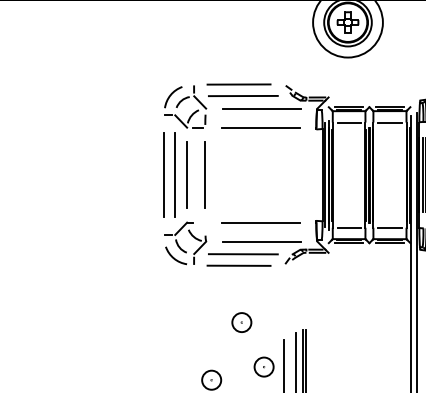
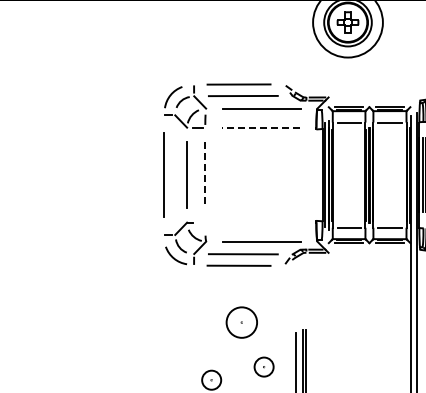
line at (260, 127): solid -> dashed
line at (174, 174): present -> none
line at (205, 175): solid -> dashed
line at (260, 222): present -> none
circle at (241, 322) diameter: 19 px -> 31 px
line at (284, 364): present -> none
